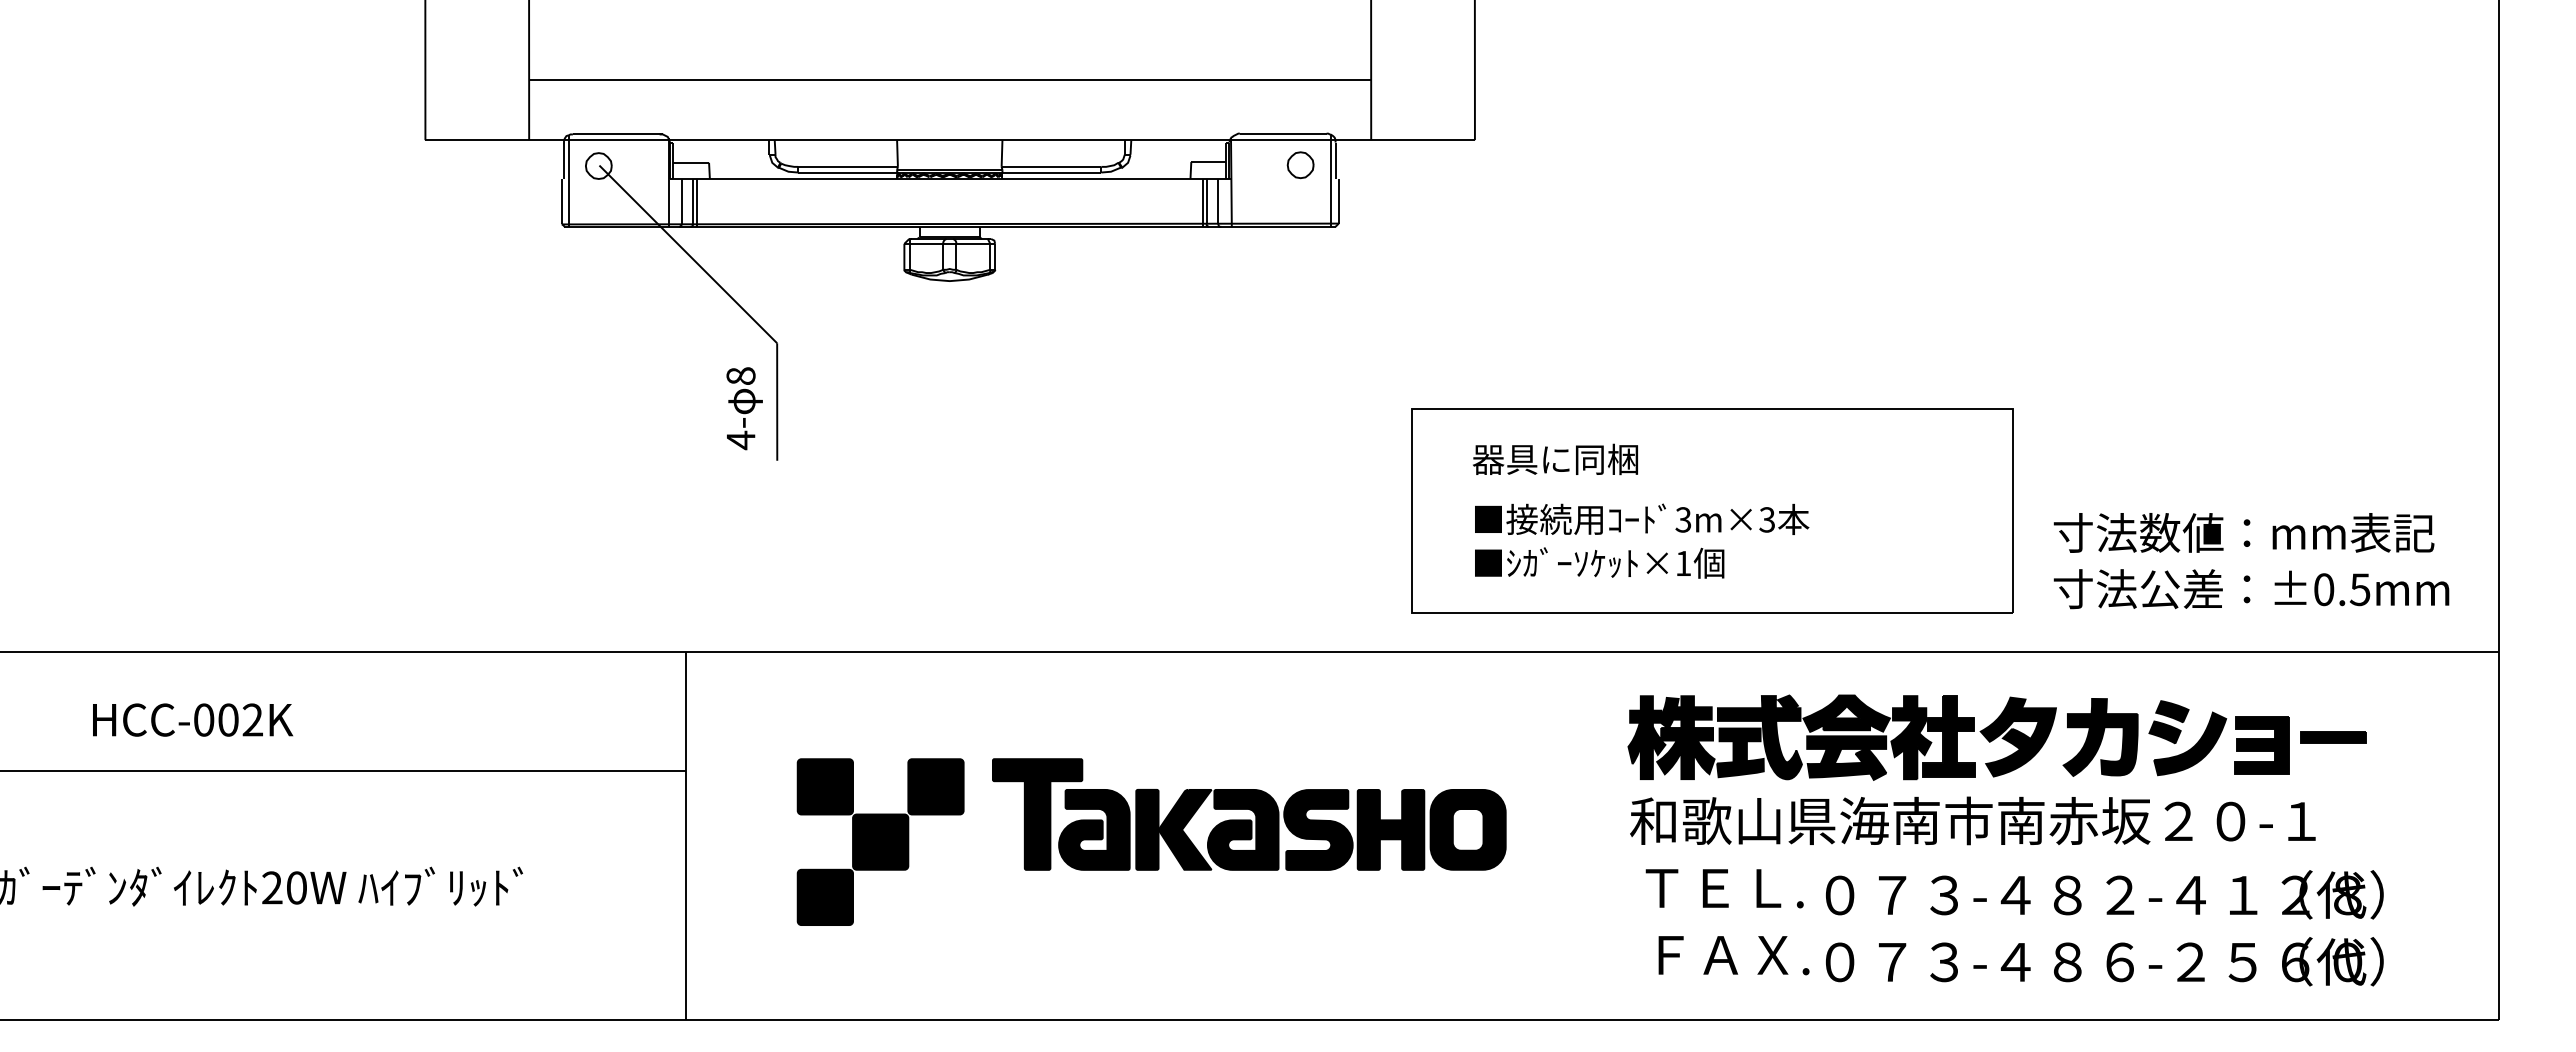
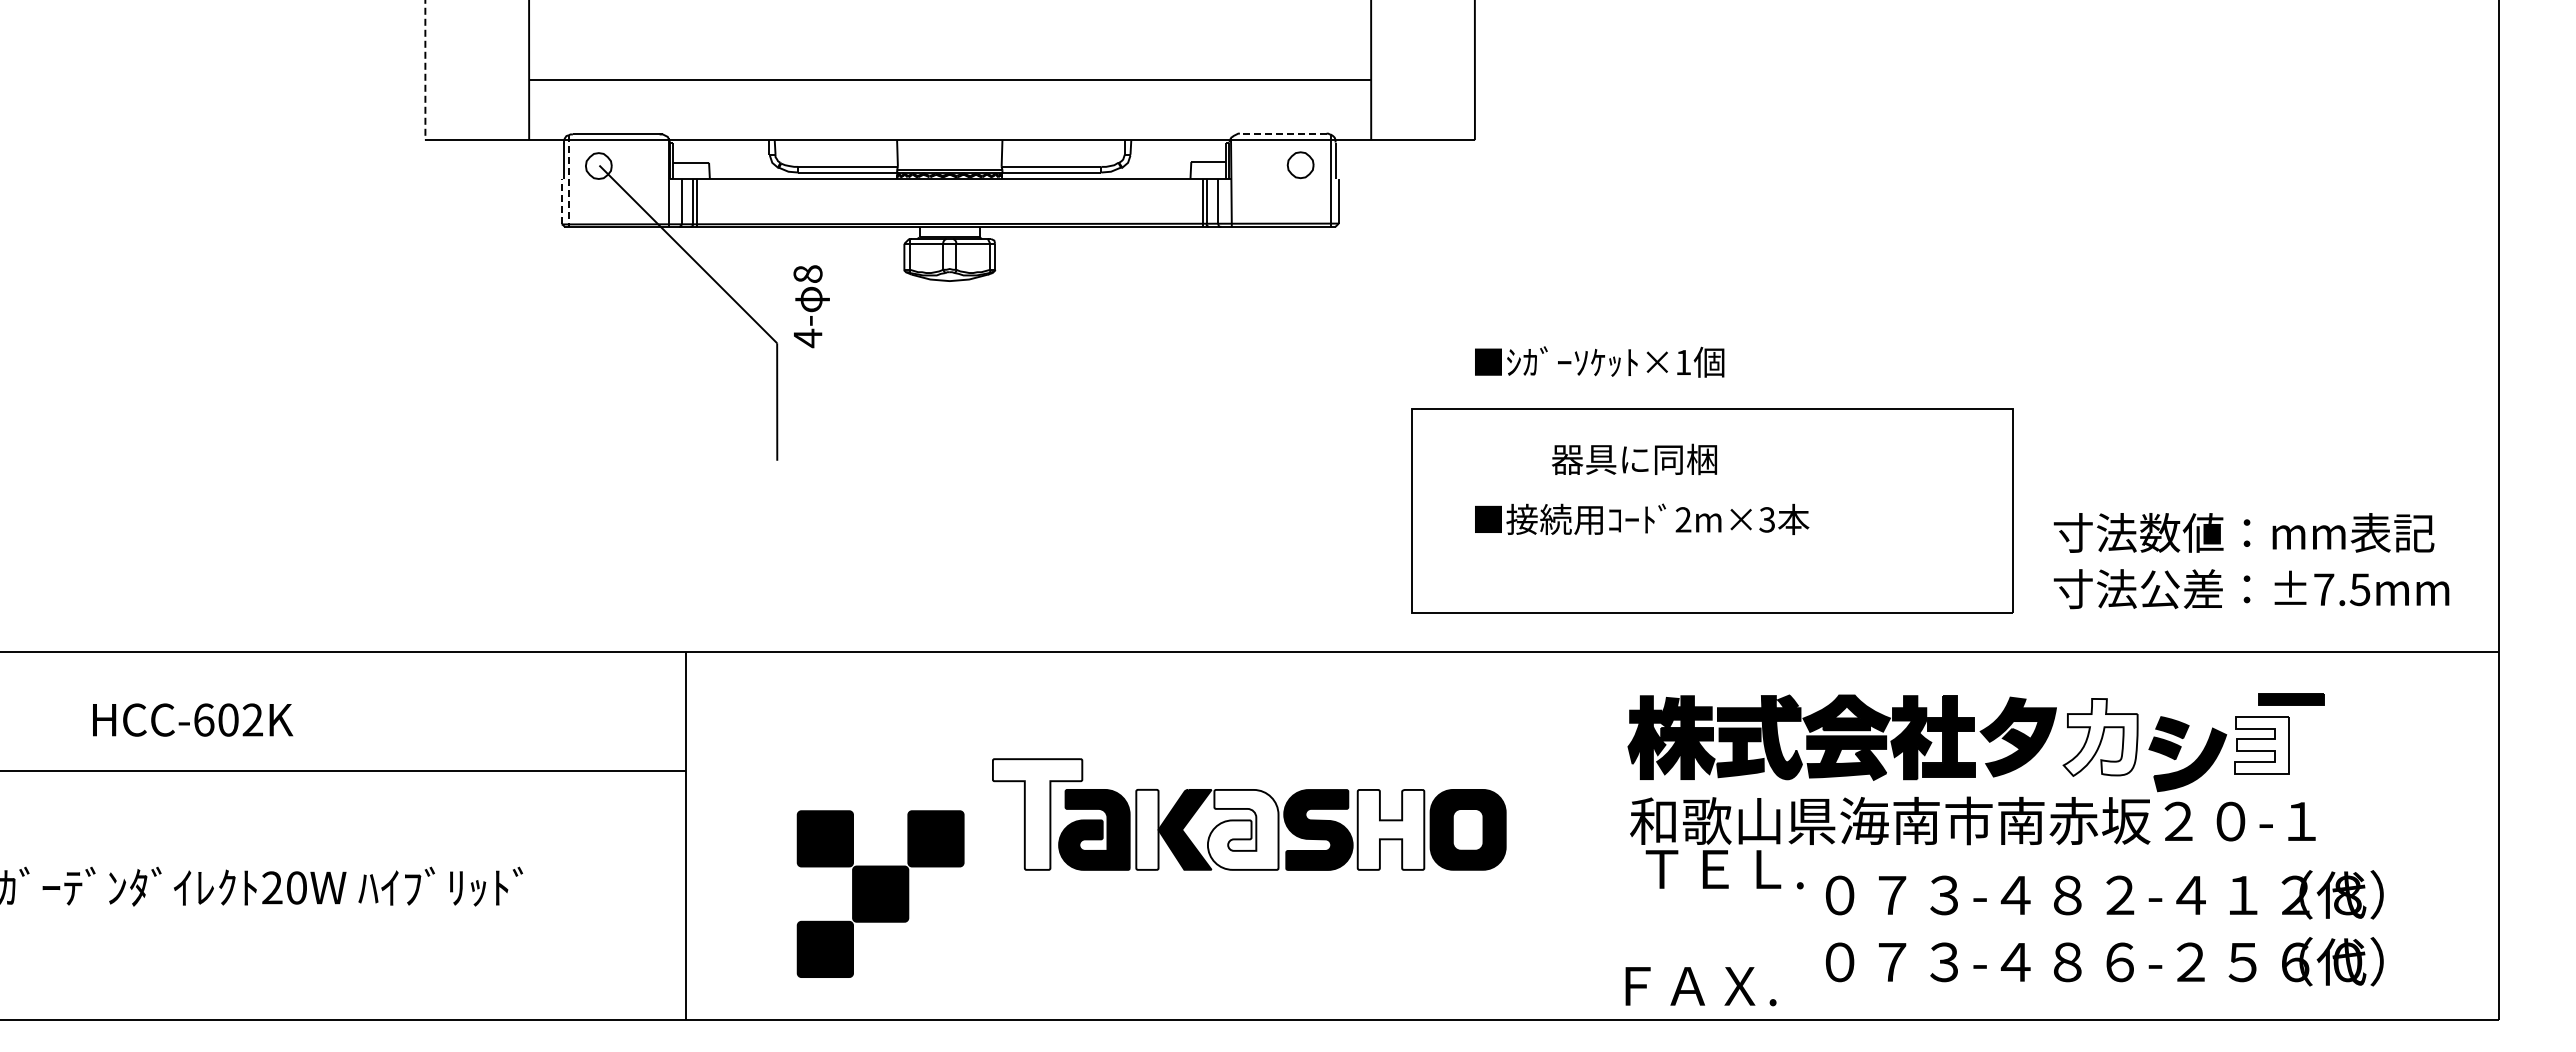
line at (425, 70): solid -> dashed
line at (1282, 133): solid -> dashed
line at (568, 181): solid -> dashed
line at (561, 201): solid -> dashed
text at (744, 408) position: (744, 408) -> (811, 306)
text at (1555, 459) position: (1555, 459) -> (1634, 459)
text at (1683, 519): 3m×3 -> 2m×3
text at (1599, 562) position: (1599, 562) -> (1599, 361)
text at (2324, 589): ±0.5mm -> ±7.5mm
text at (204, 719): HCC-002K -> HCC-602K
part at (2180, 734) position: (2180, 734) -> (2180, 750)
fill at (2100, 736): present -> none
part at (2333, 737) position: (2333, 737) -> (2291, 699)
fill at (2261, 744): present -> none
fill at (1037, 814): present -> none
fill at (1147, 829): present -> none
fill at (1242, 829): present -> none
fill at (1390, 829): present -> none
part at (880, 841) position: (880, 841) -> (880, 893)
text at (1724, 888) position: (1724, 888) -> (1724, 869)
text at (1733, 955) position: (1733, 955) -> (1700, 986)
